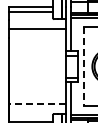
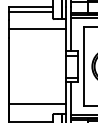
line at (83, 66): dashed -> solid
line at (37, 104): dashed -> solid
